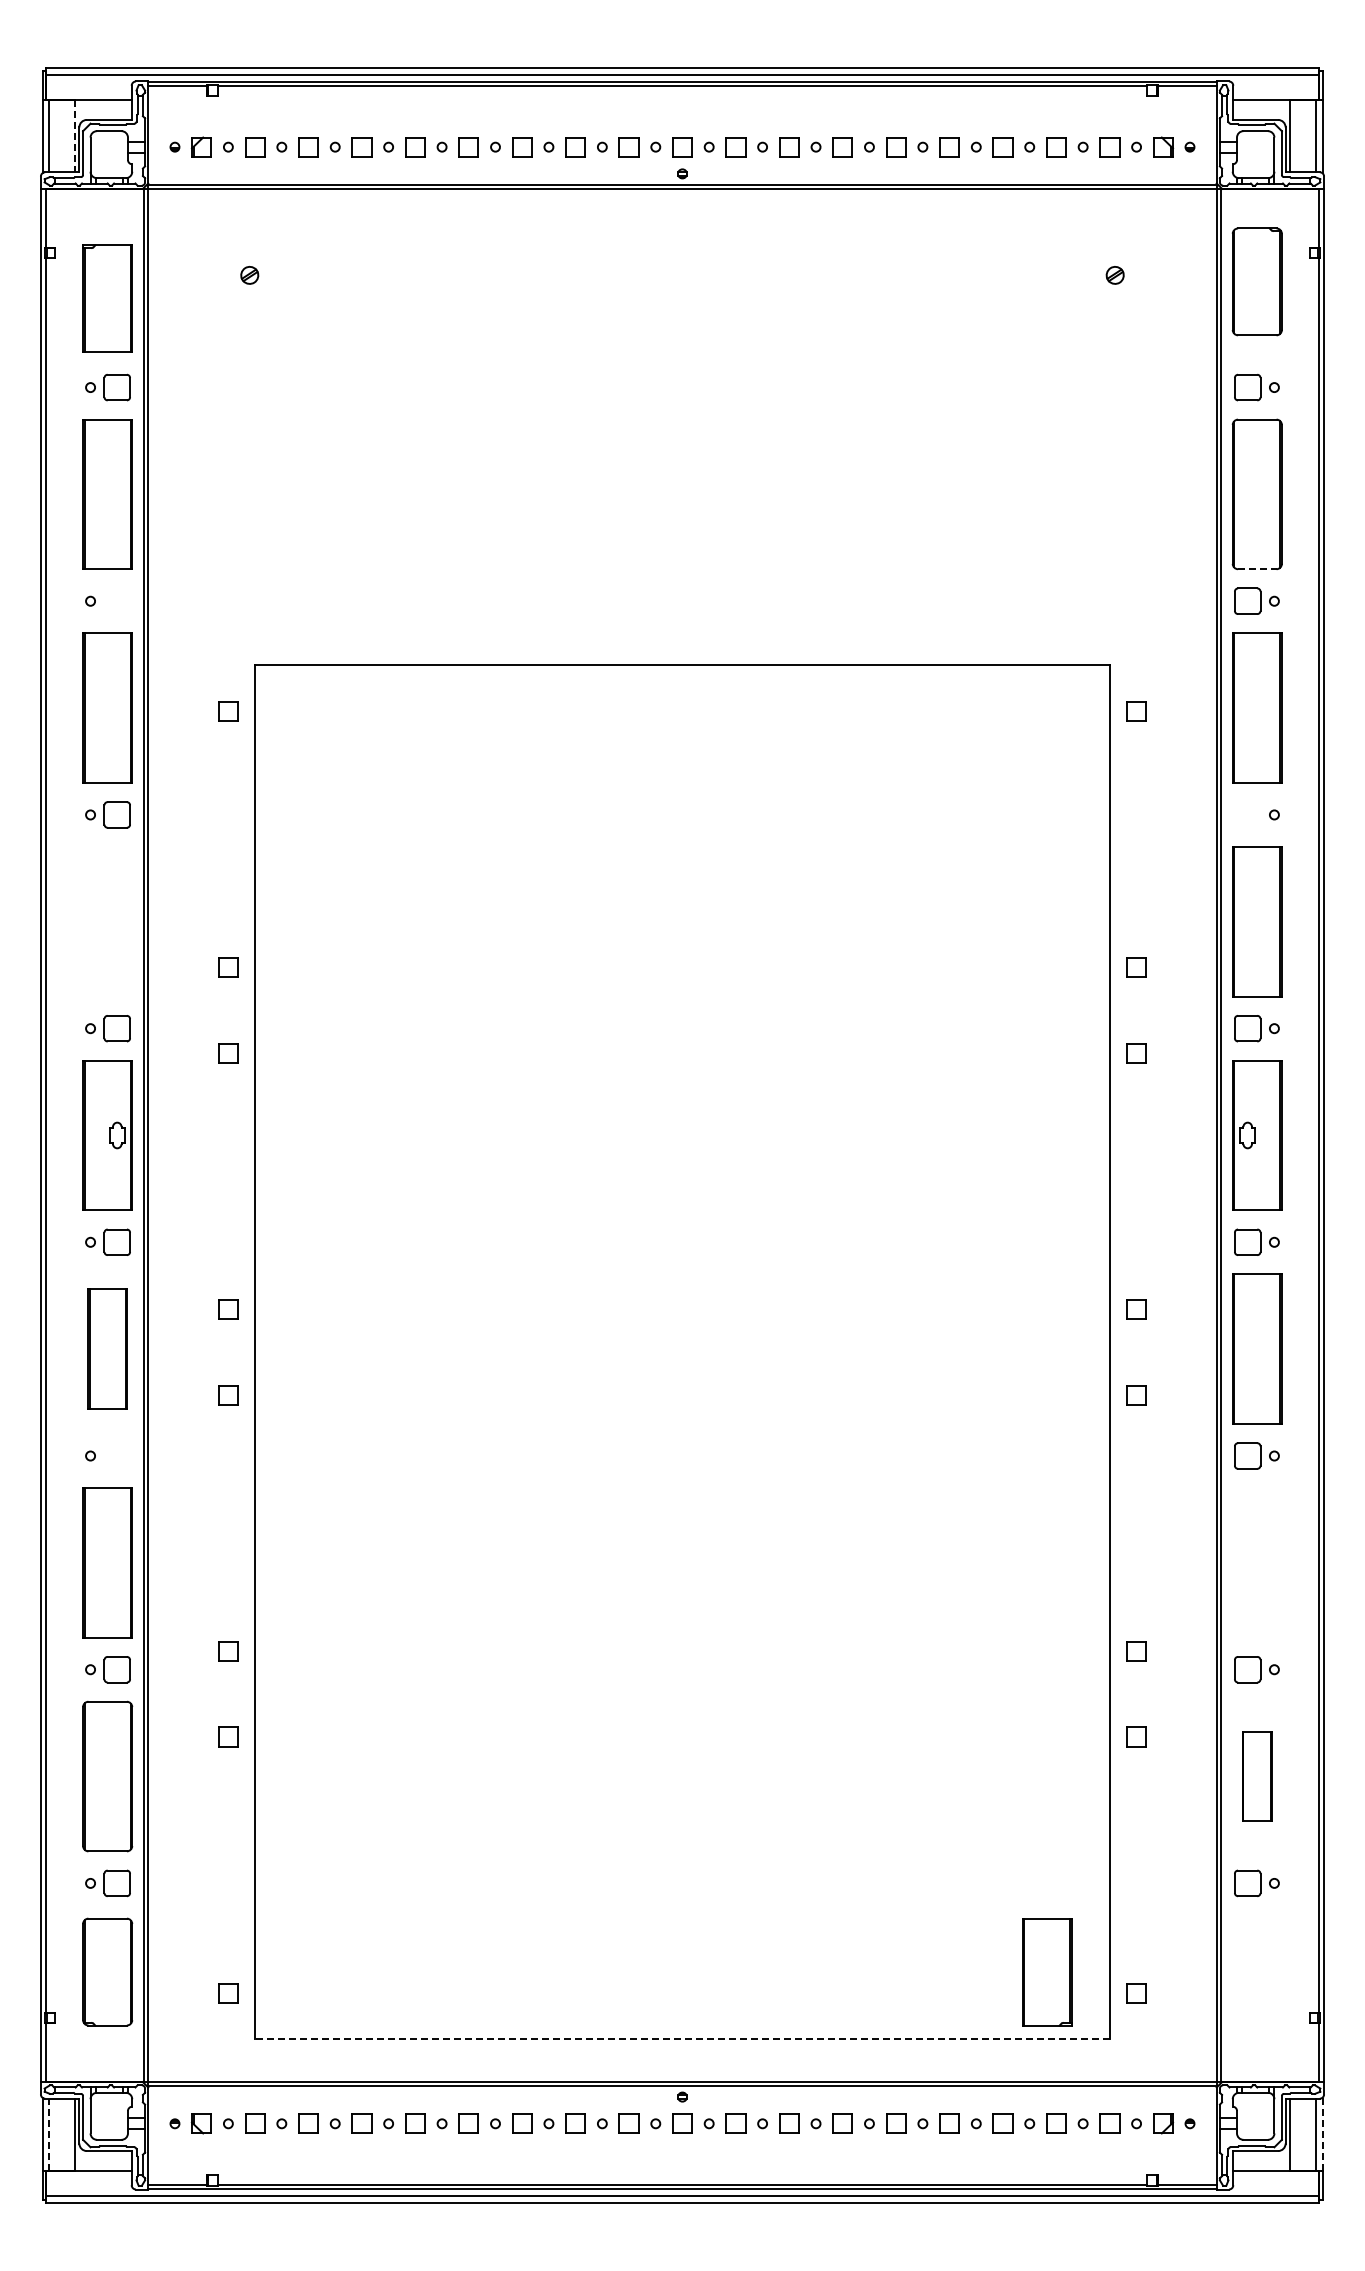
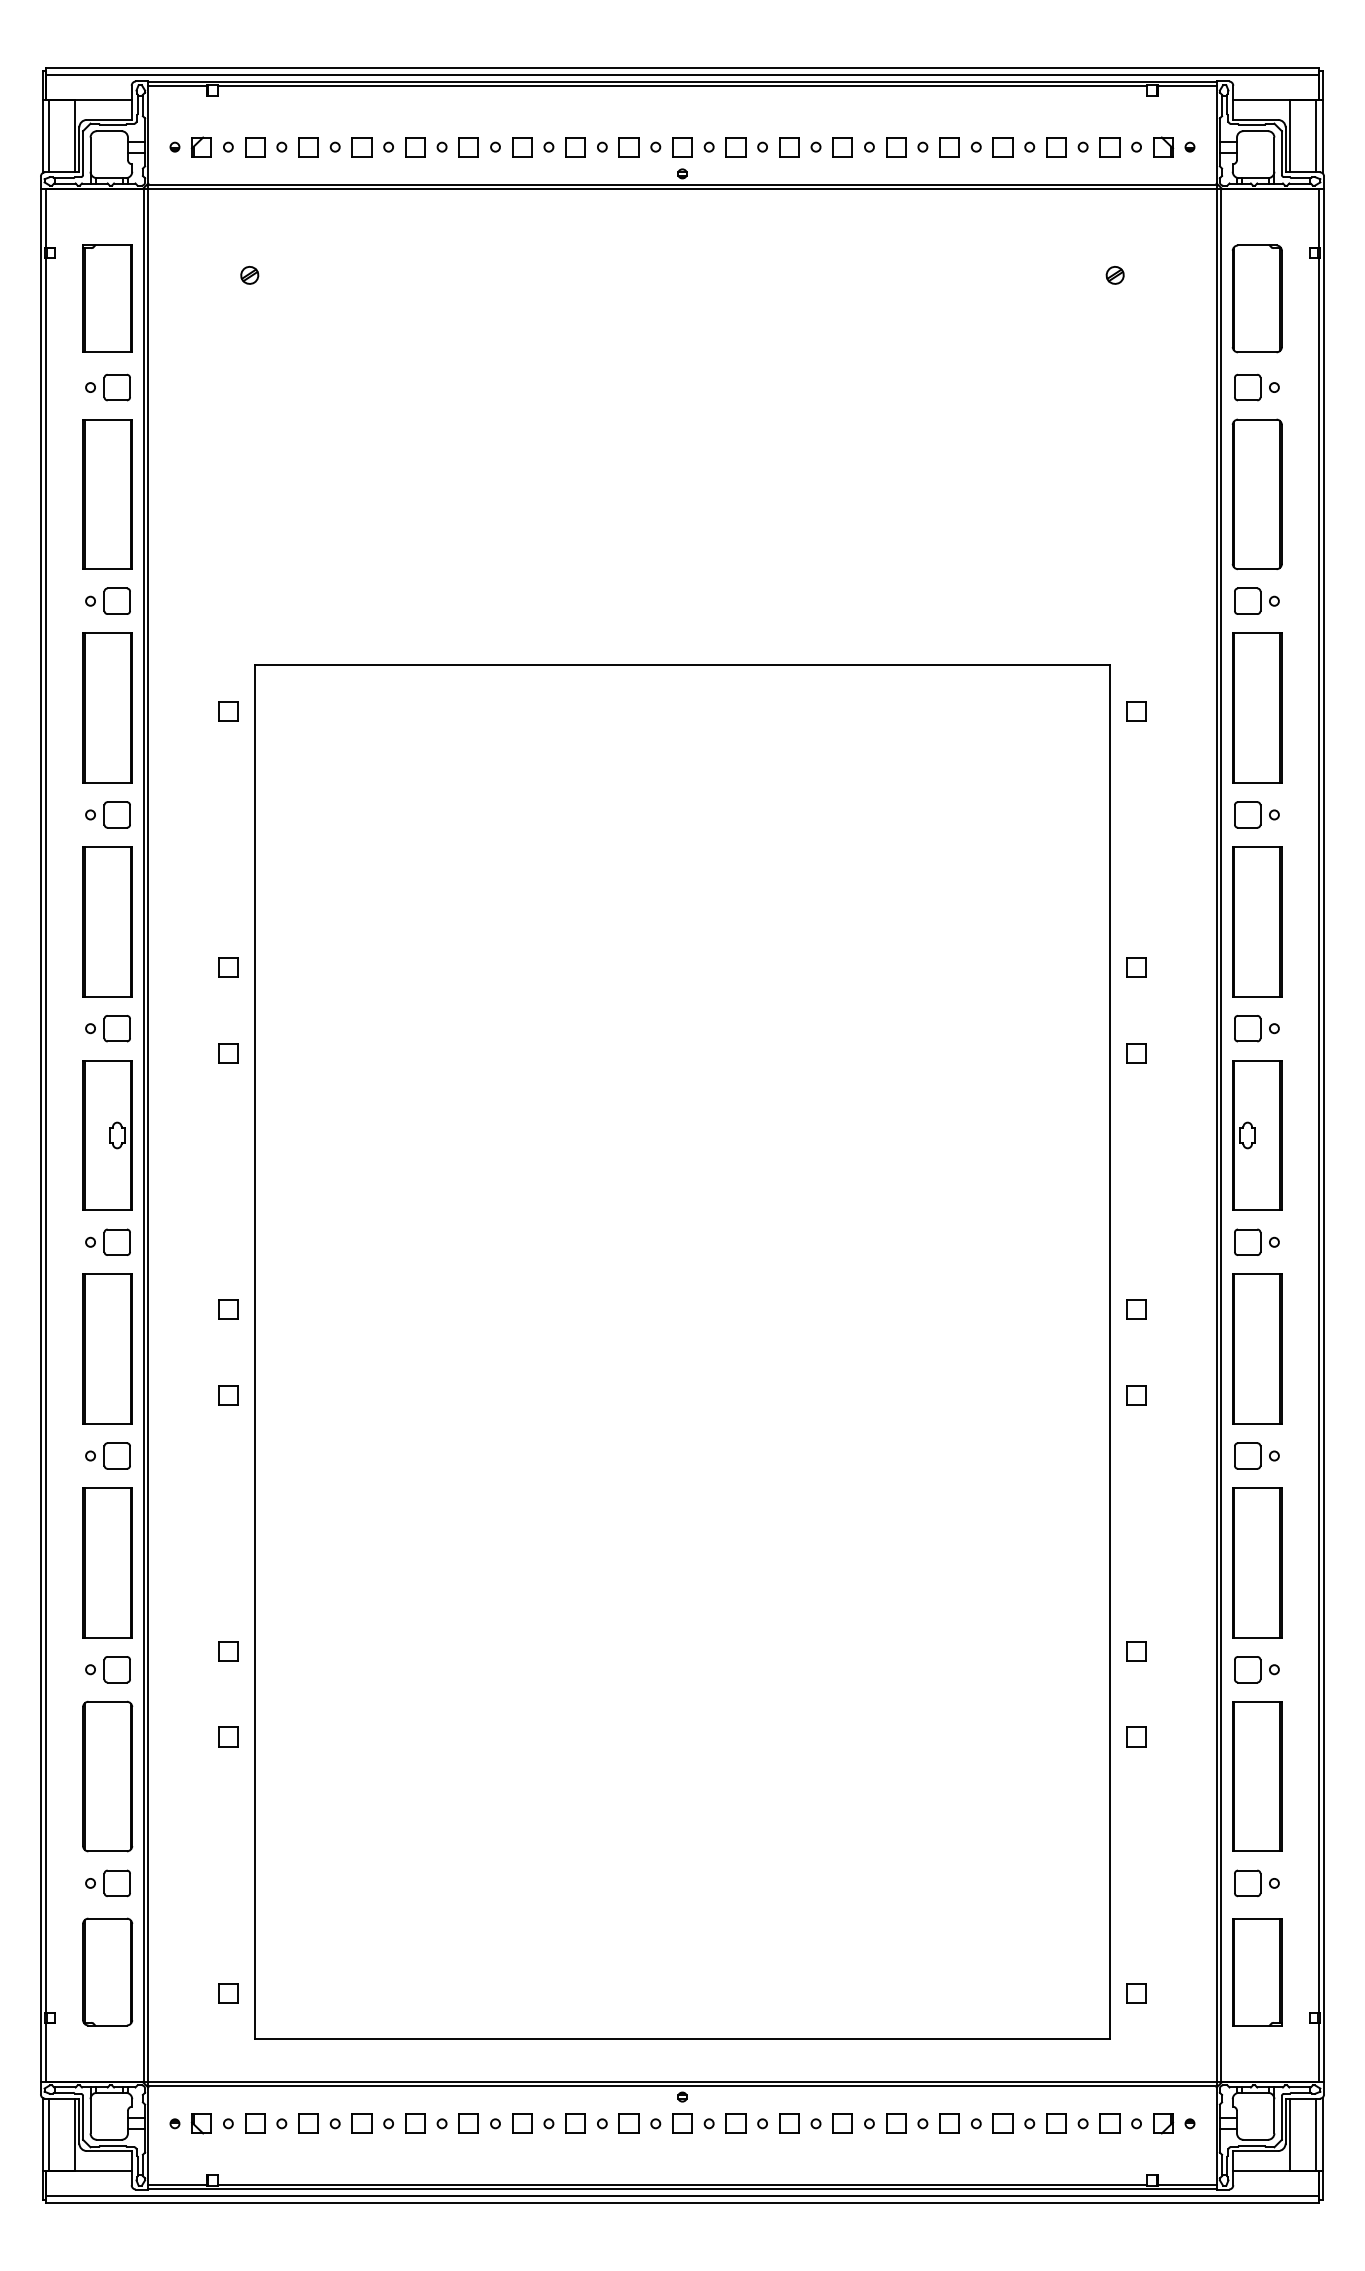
line at (74, 136): dashed -> solid
part at (1256, 281) position: (1256, 281) -> (1256, 298)
line at (1257, 569): dashed -> solid
part at (116, 600): none -> present
part at (1247, 814): none -> present
part at (107, 921): none -> present
part at (107, 1348) size: 41x122 px -> 51x152 px
part at (116, 1455): none -> present
part at (1257, 1562): none -> present
part at (1257, 1776) size: 31x91 px -> 51x151 px
part at (1047, 1972) position: (1047, 1972) -> (1257, 1972)
line at (682, 2039): dashed -> solid
line at (1322, 2133): dashed -> solid
line at (48, 2134): dashed -> solid
